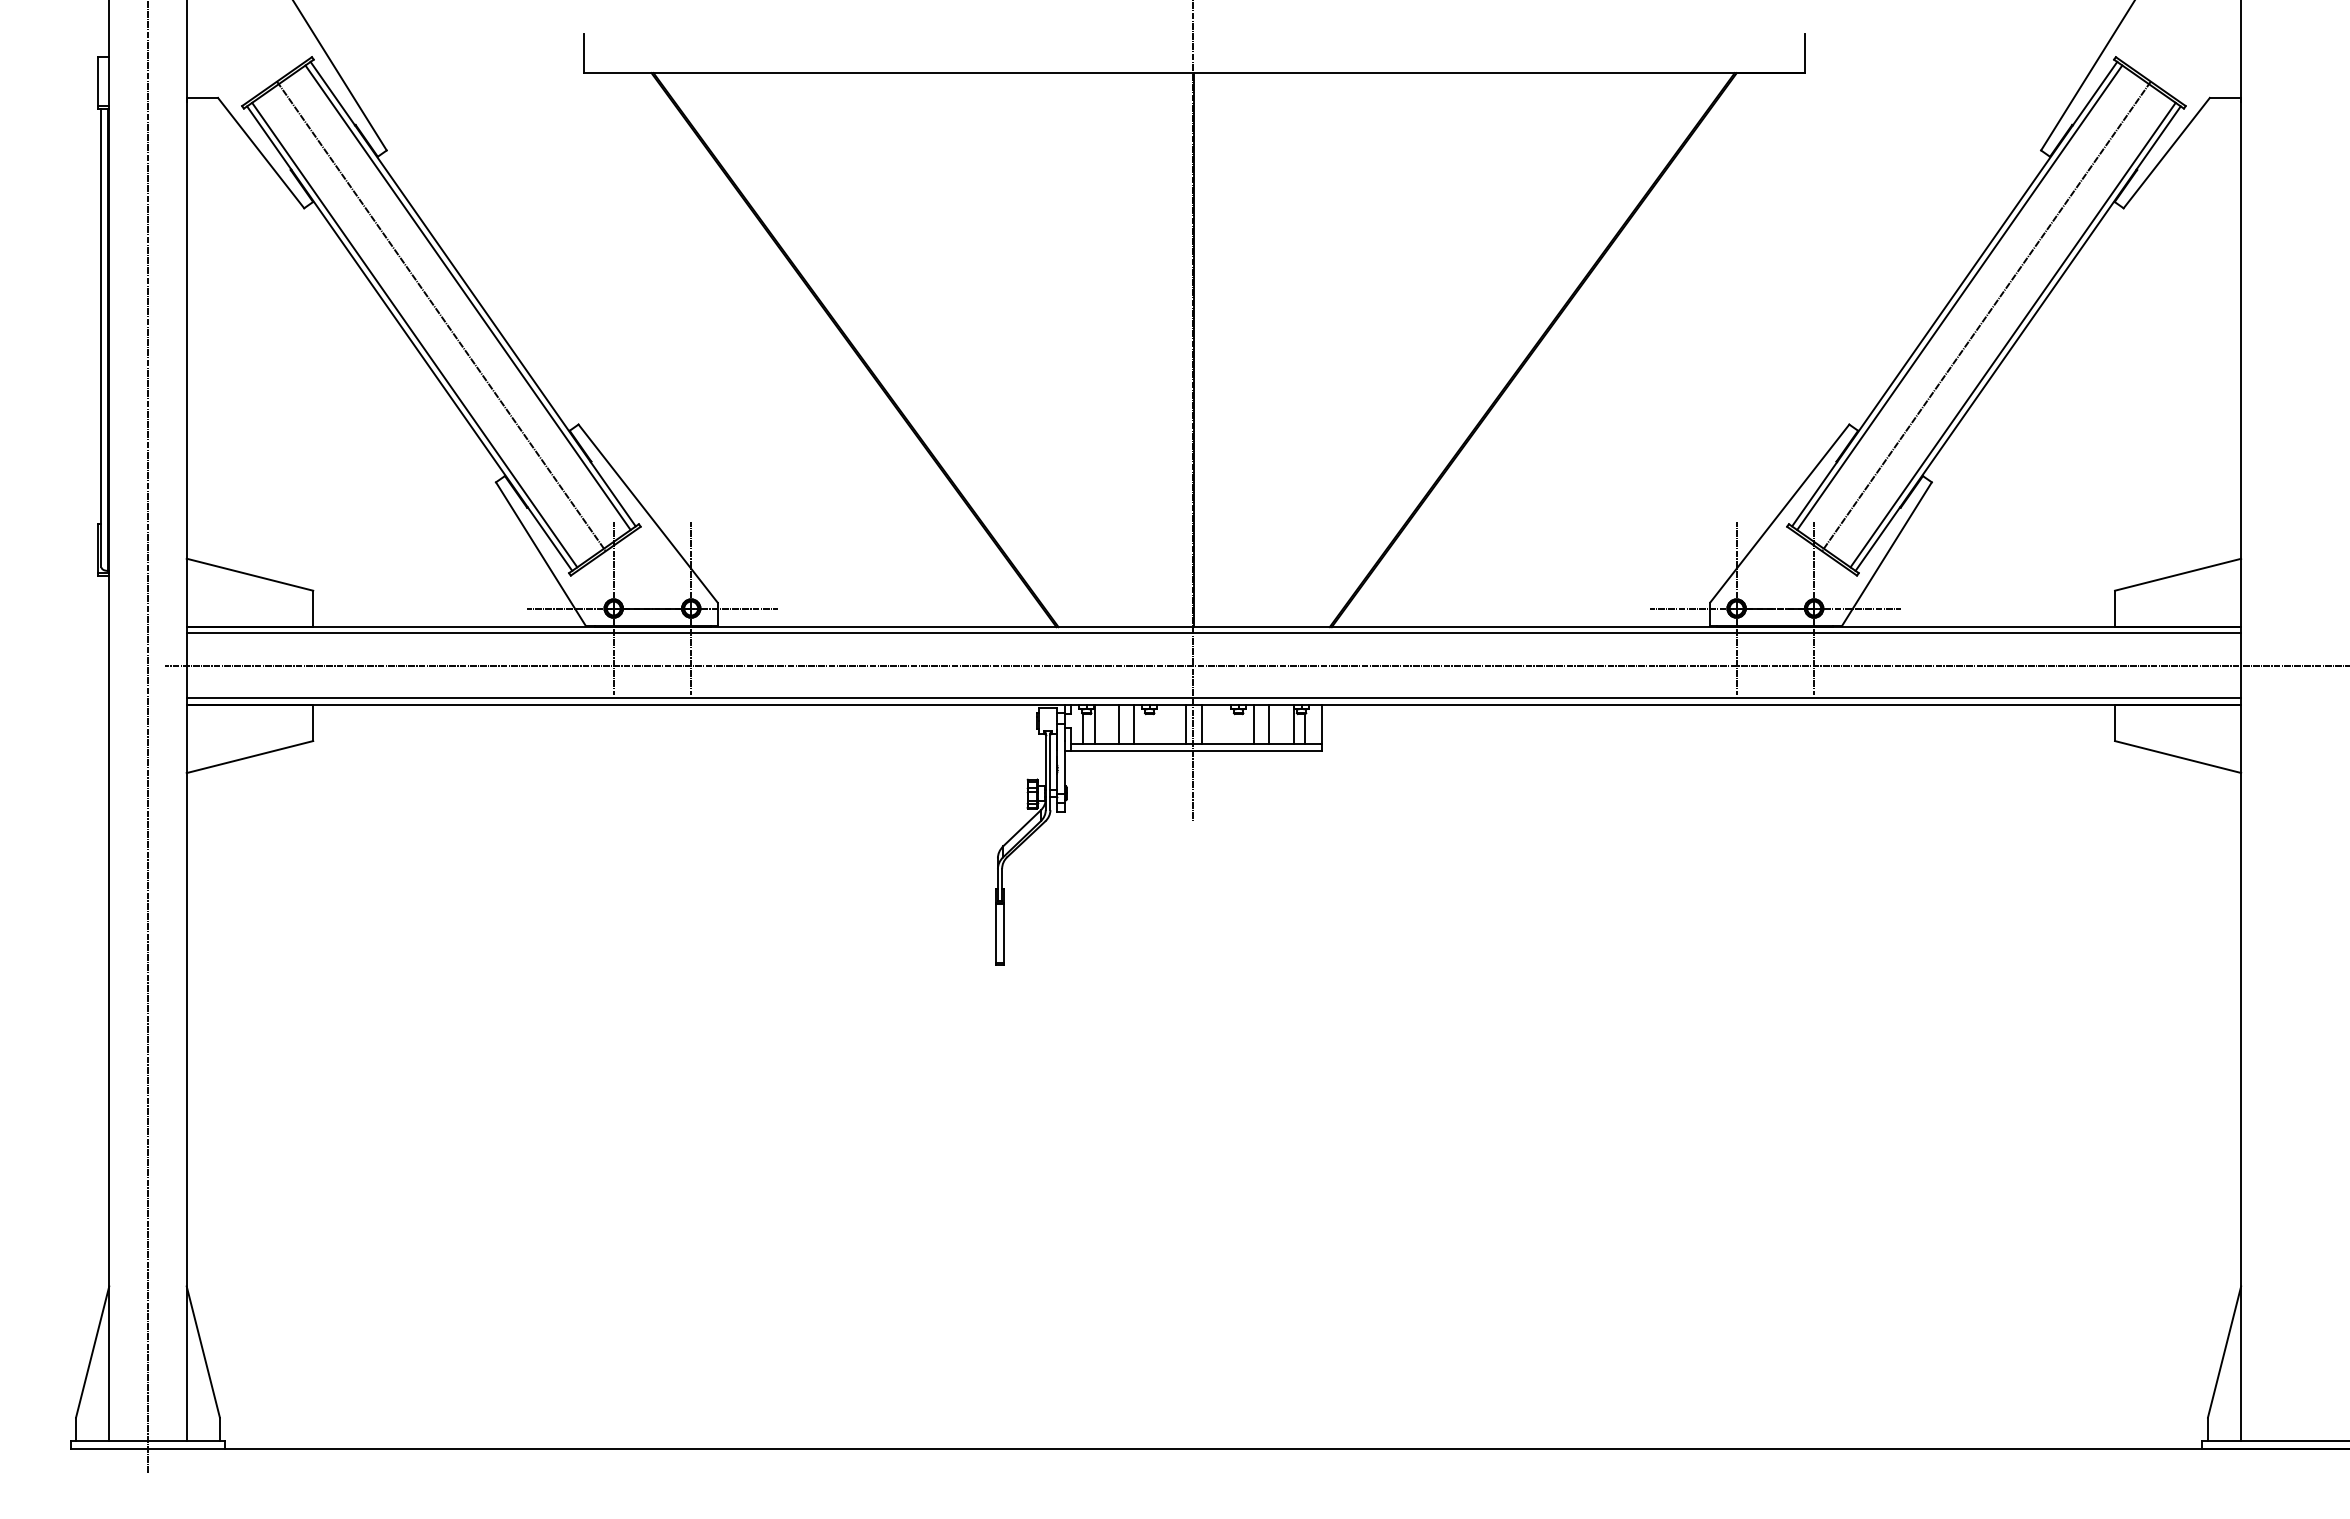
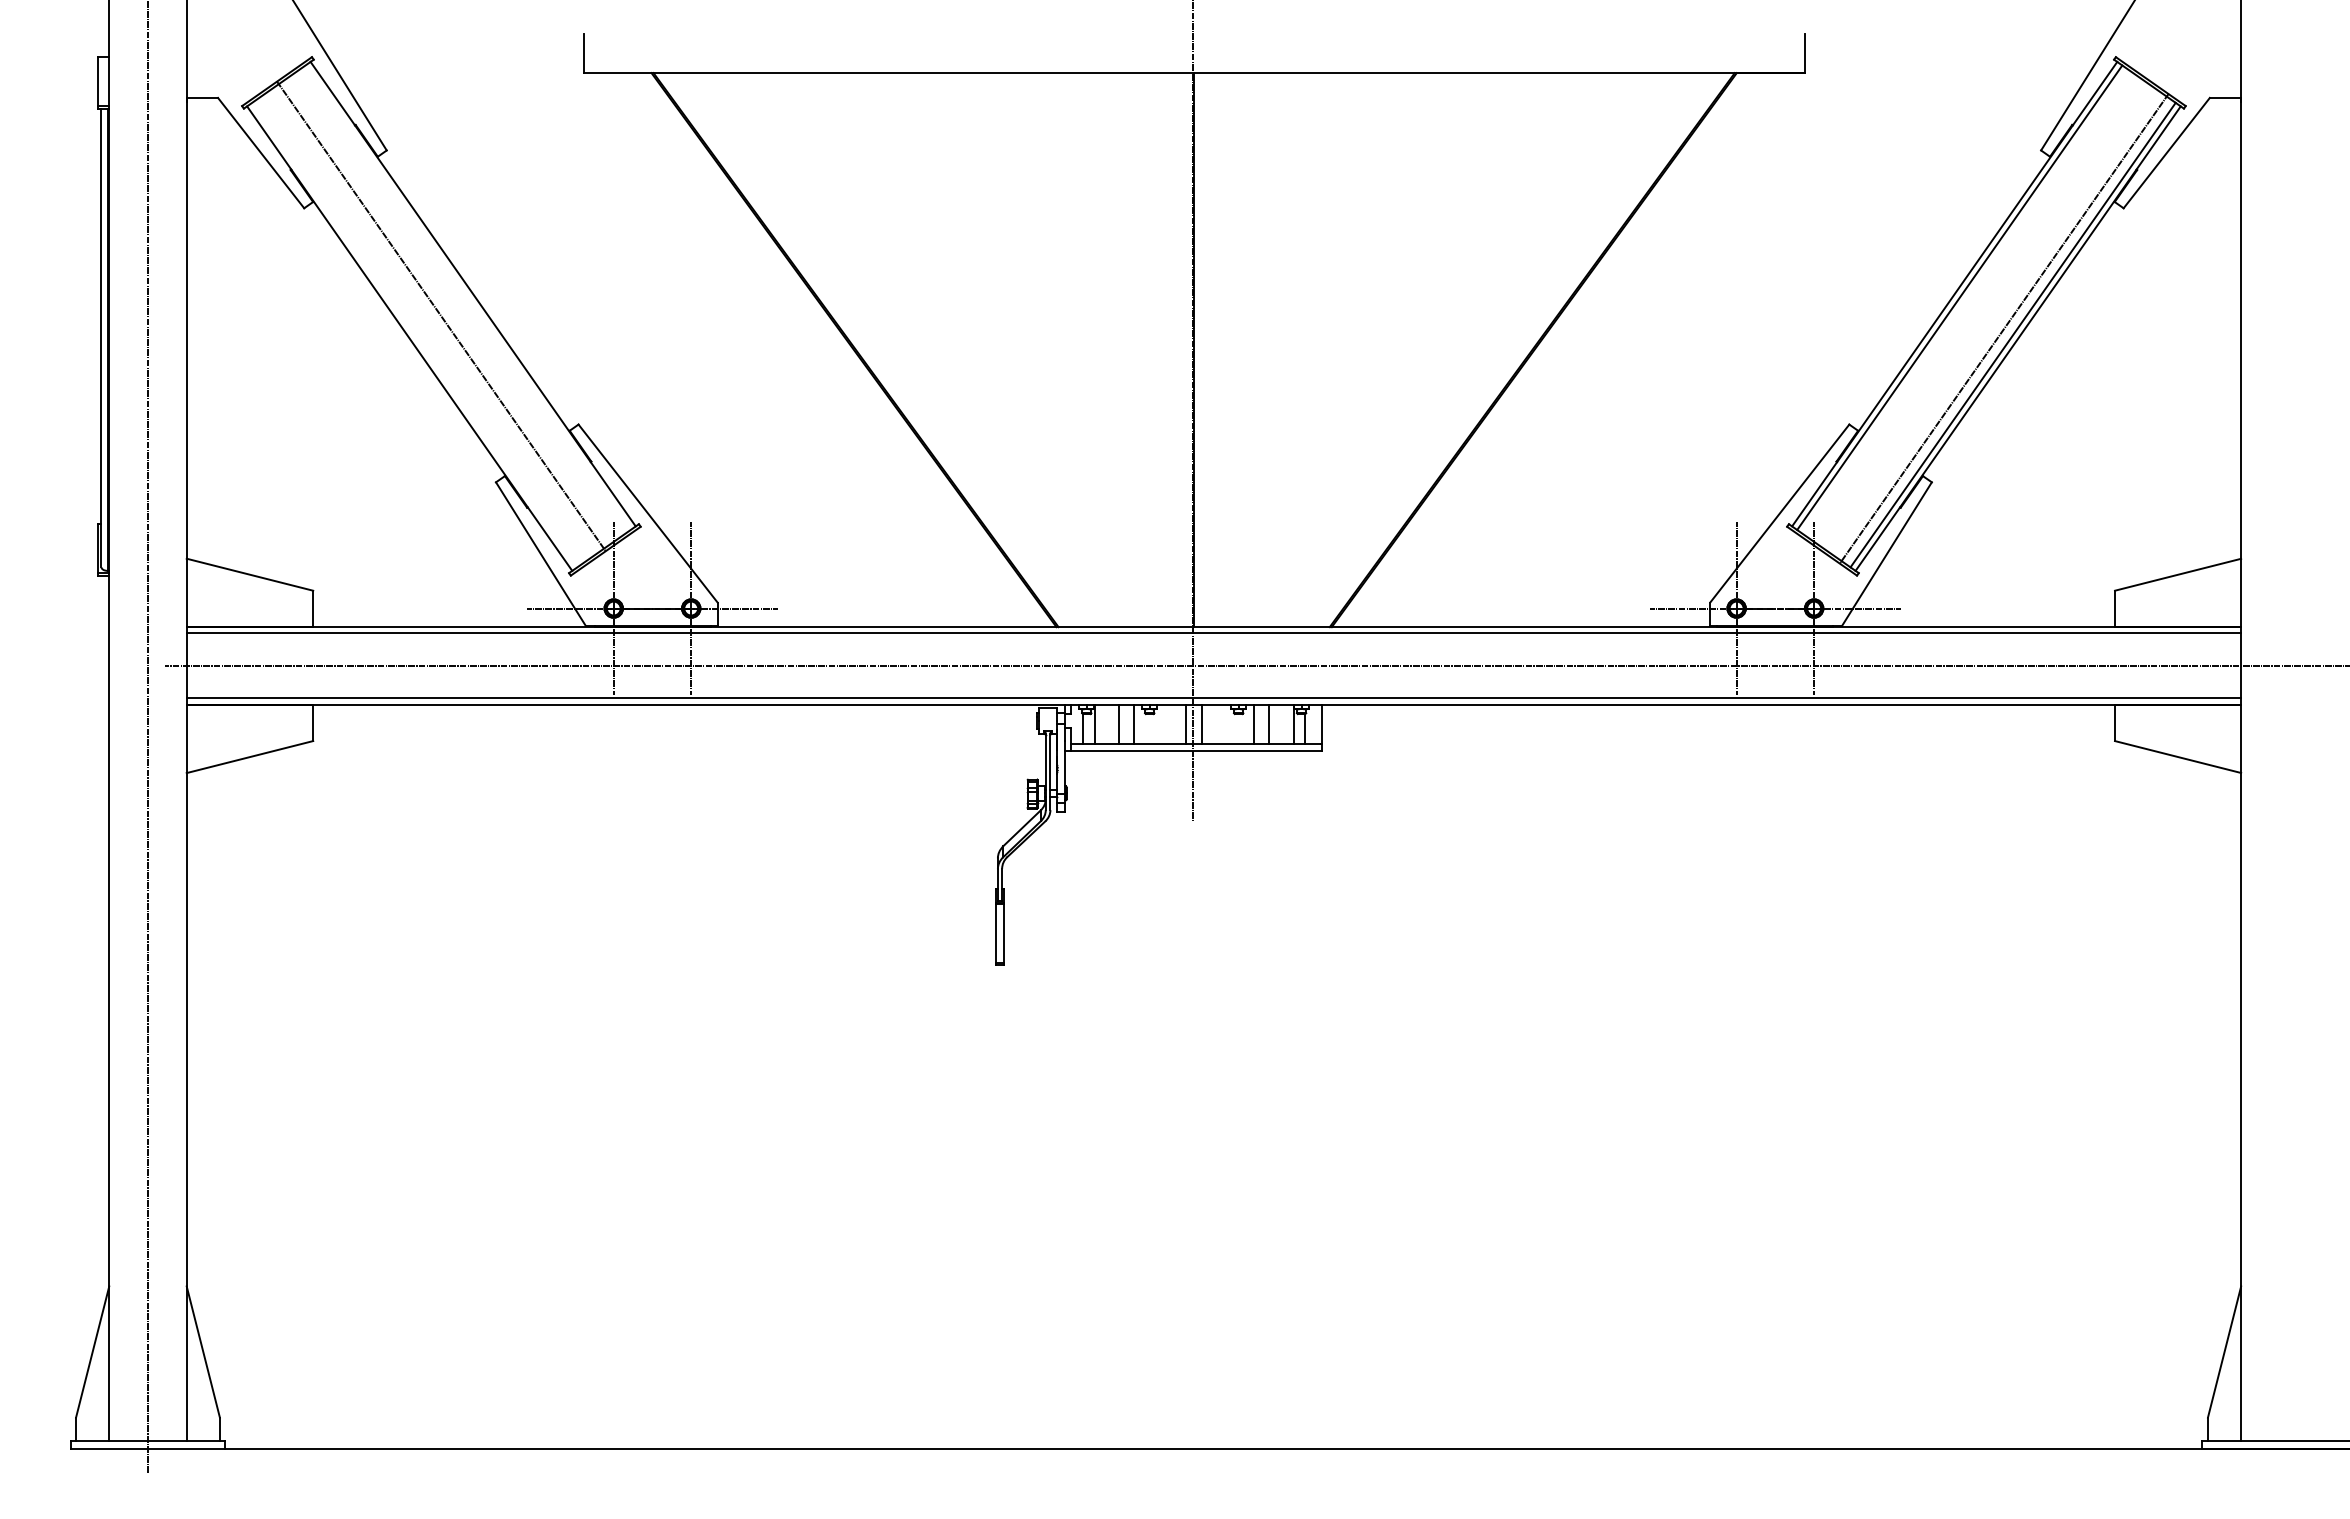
line at (467, 297): present -> none
line at (1986, 316) position: (1986, 316) -> (2004, 328)
line at (414, 334): present -> none
